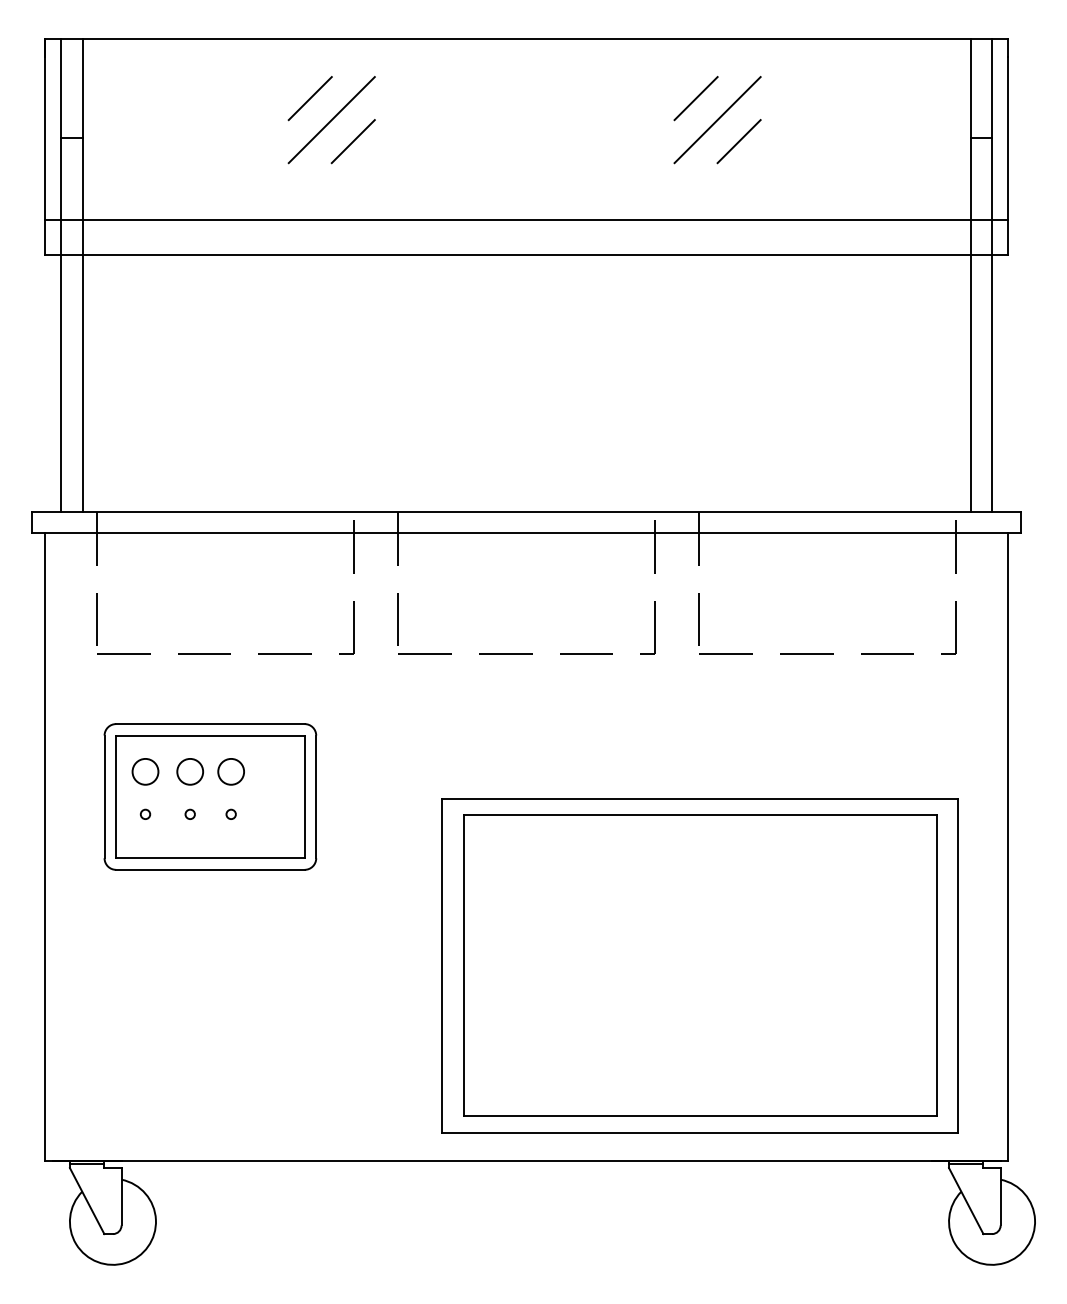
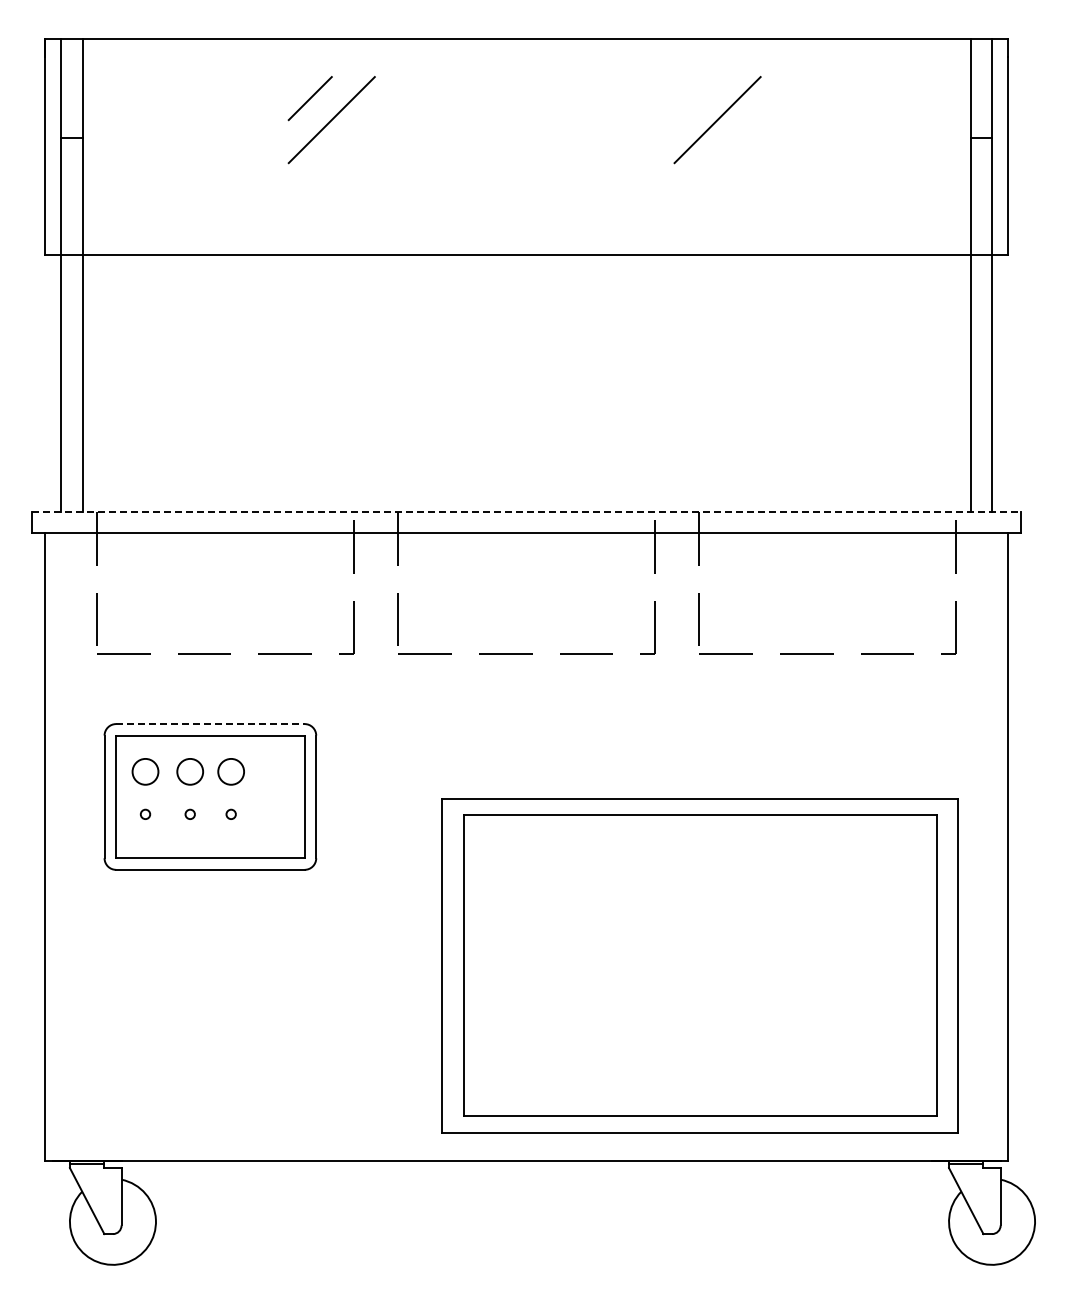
line at (695, 98): present -> none
line at (352, 141): present -> none
line at (738, 141): present -> none
line at (526, 219): present -> none
line at (526, 511): solid -> dashed
line at (210, 724): solid -> dashed
